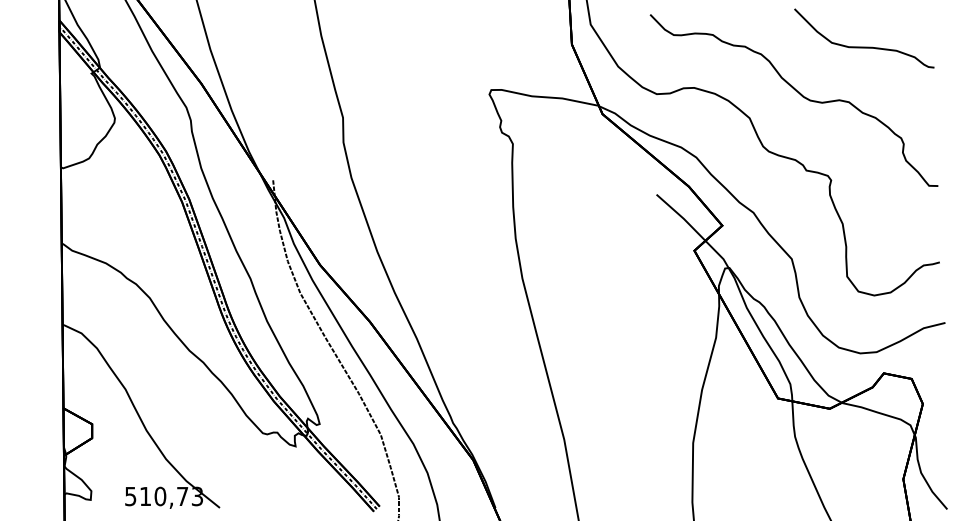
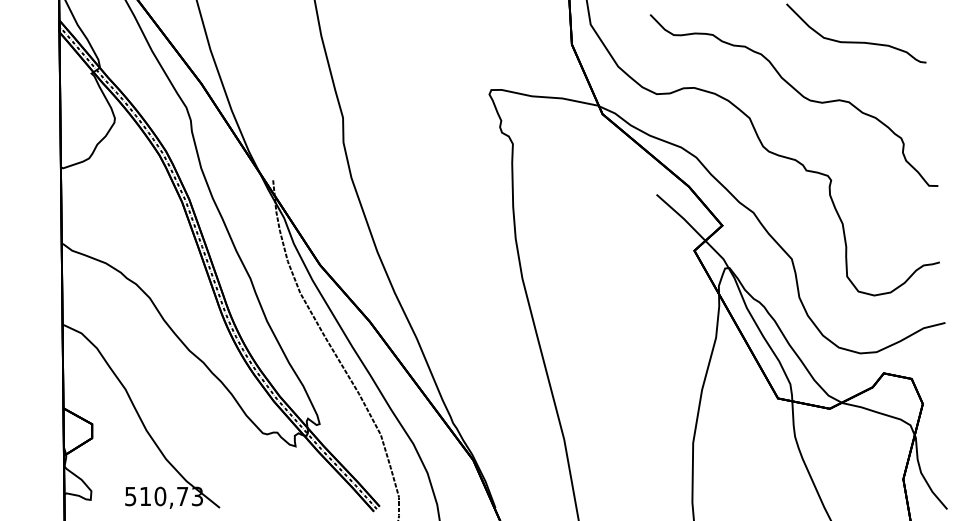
curve at (864, 46) position: (864, 46) -> (856, 41)
